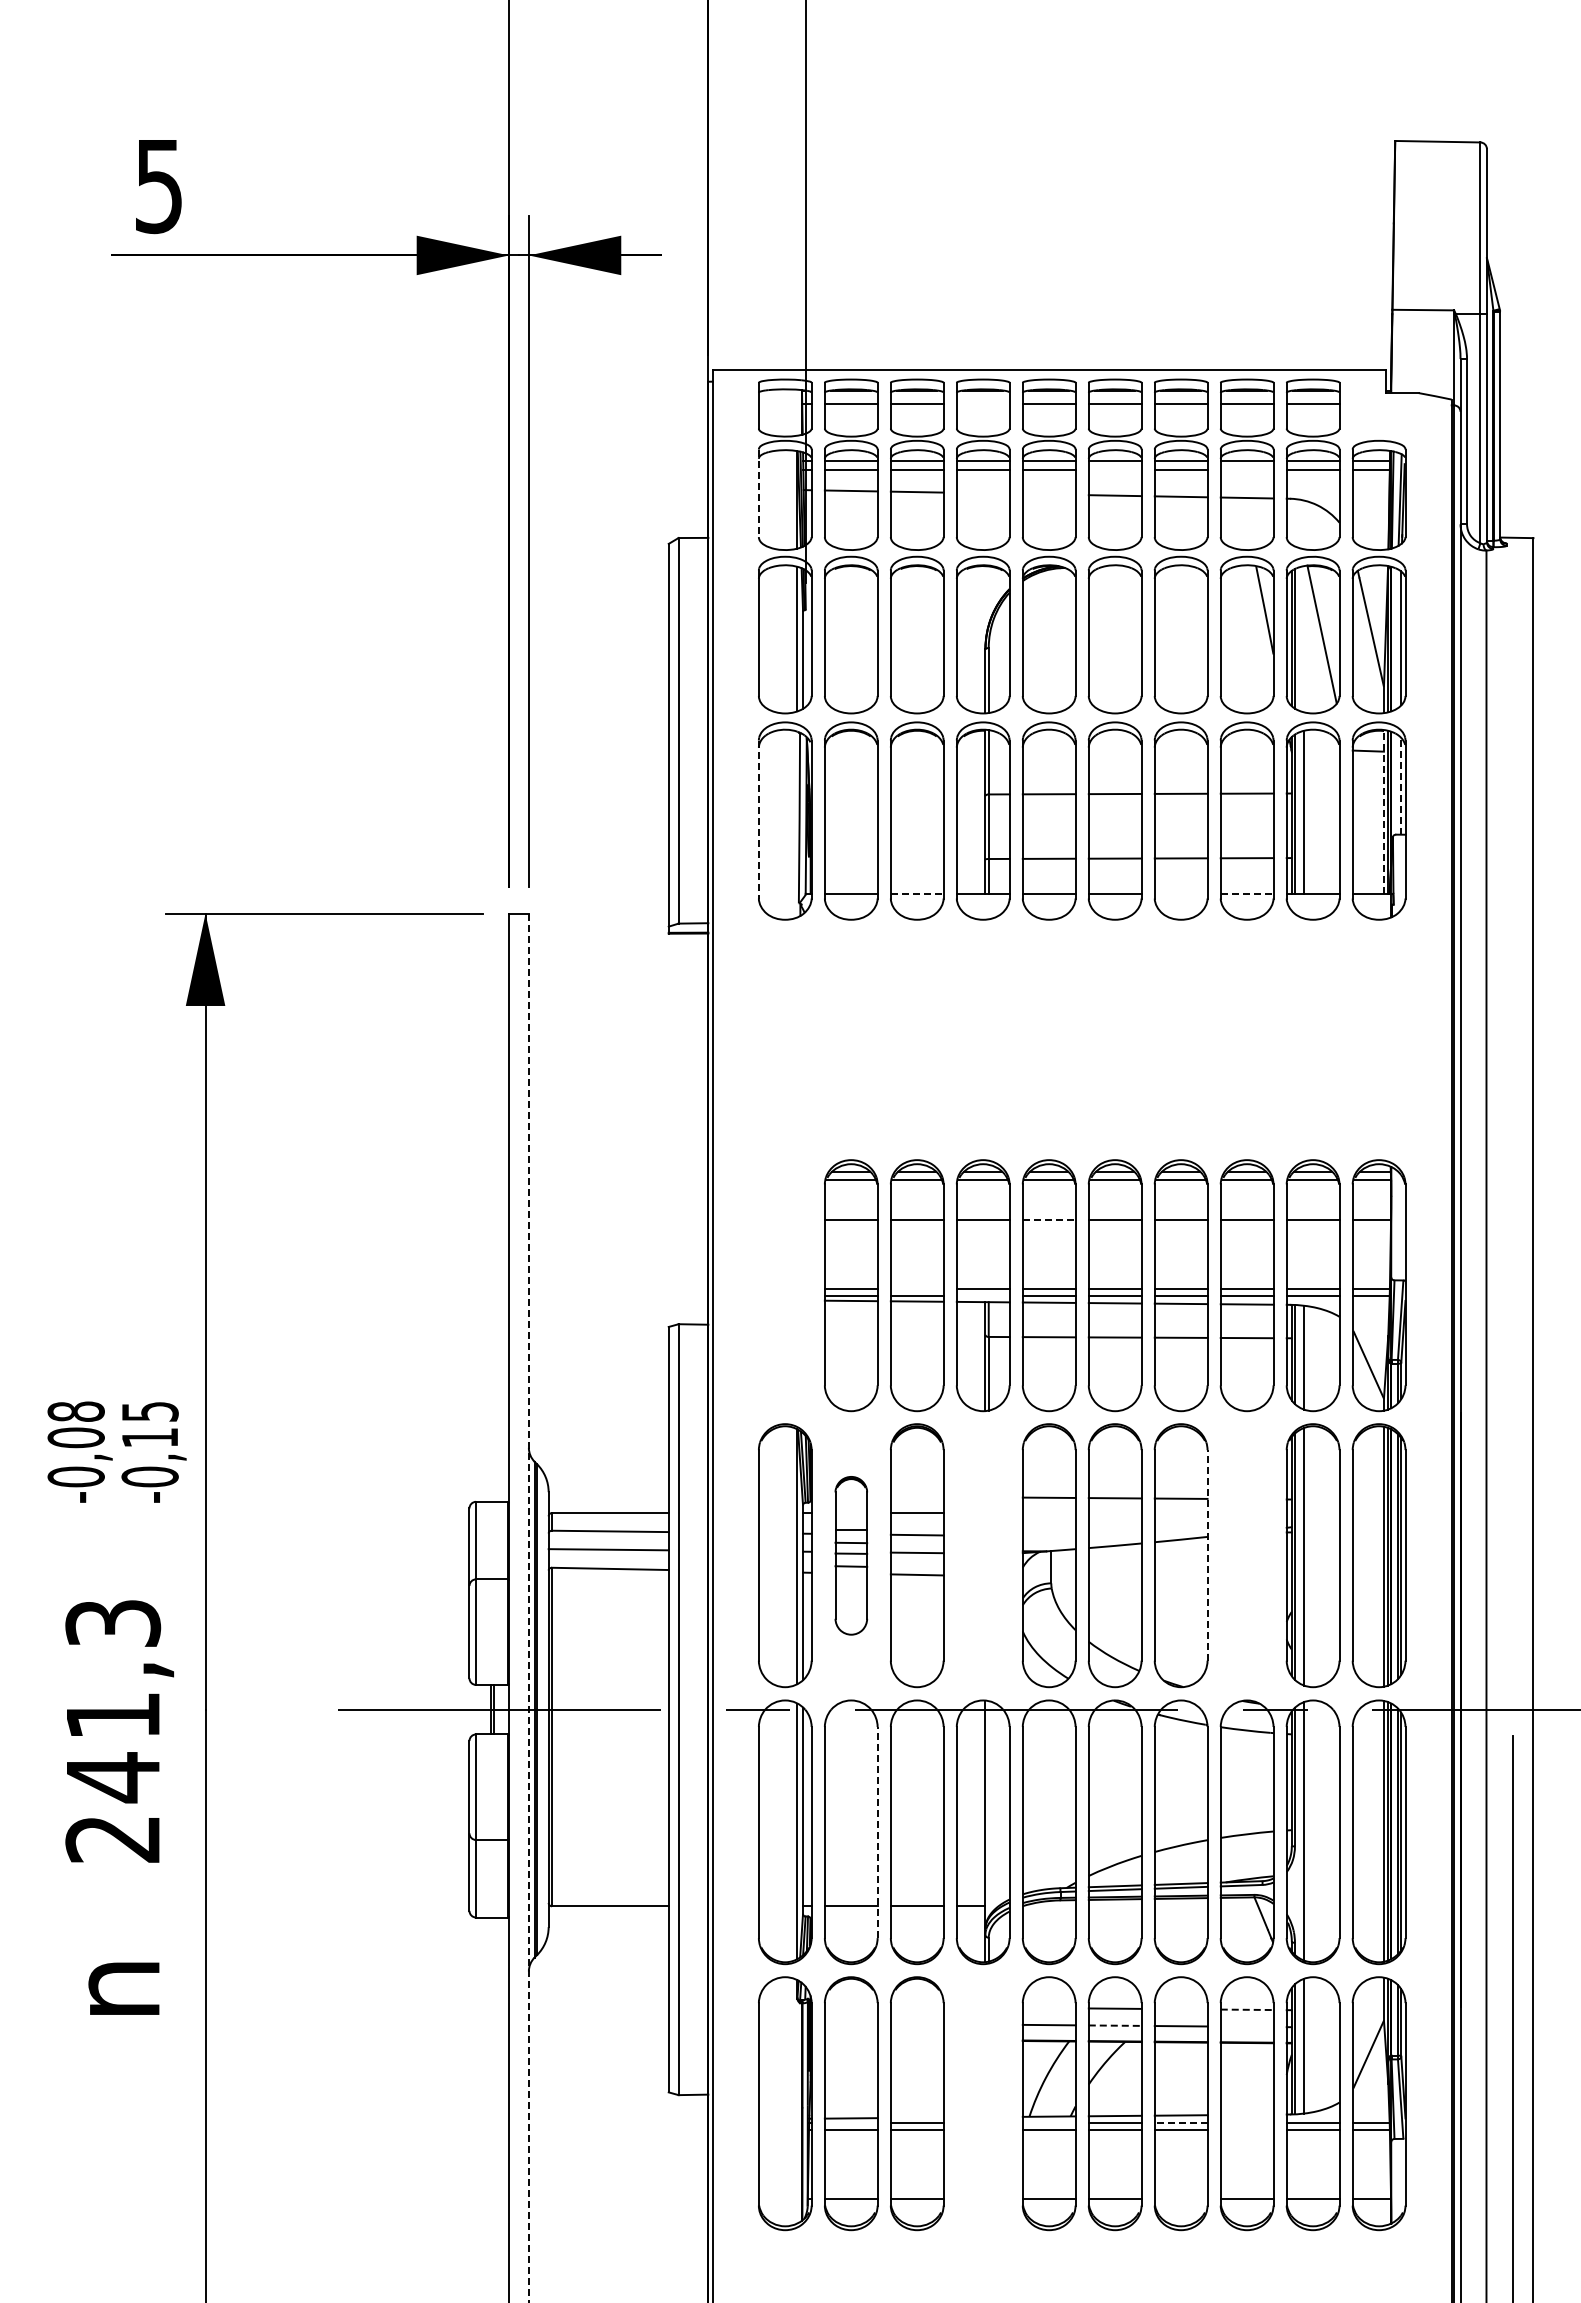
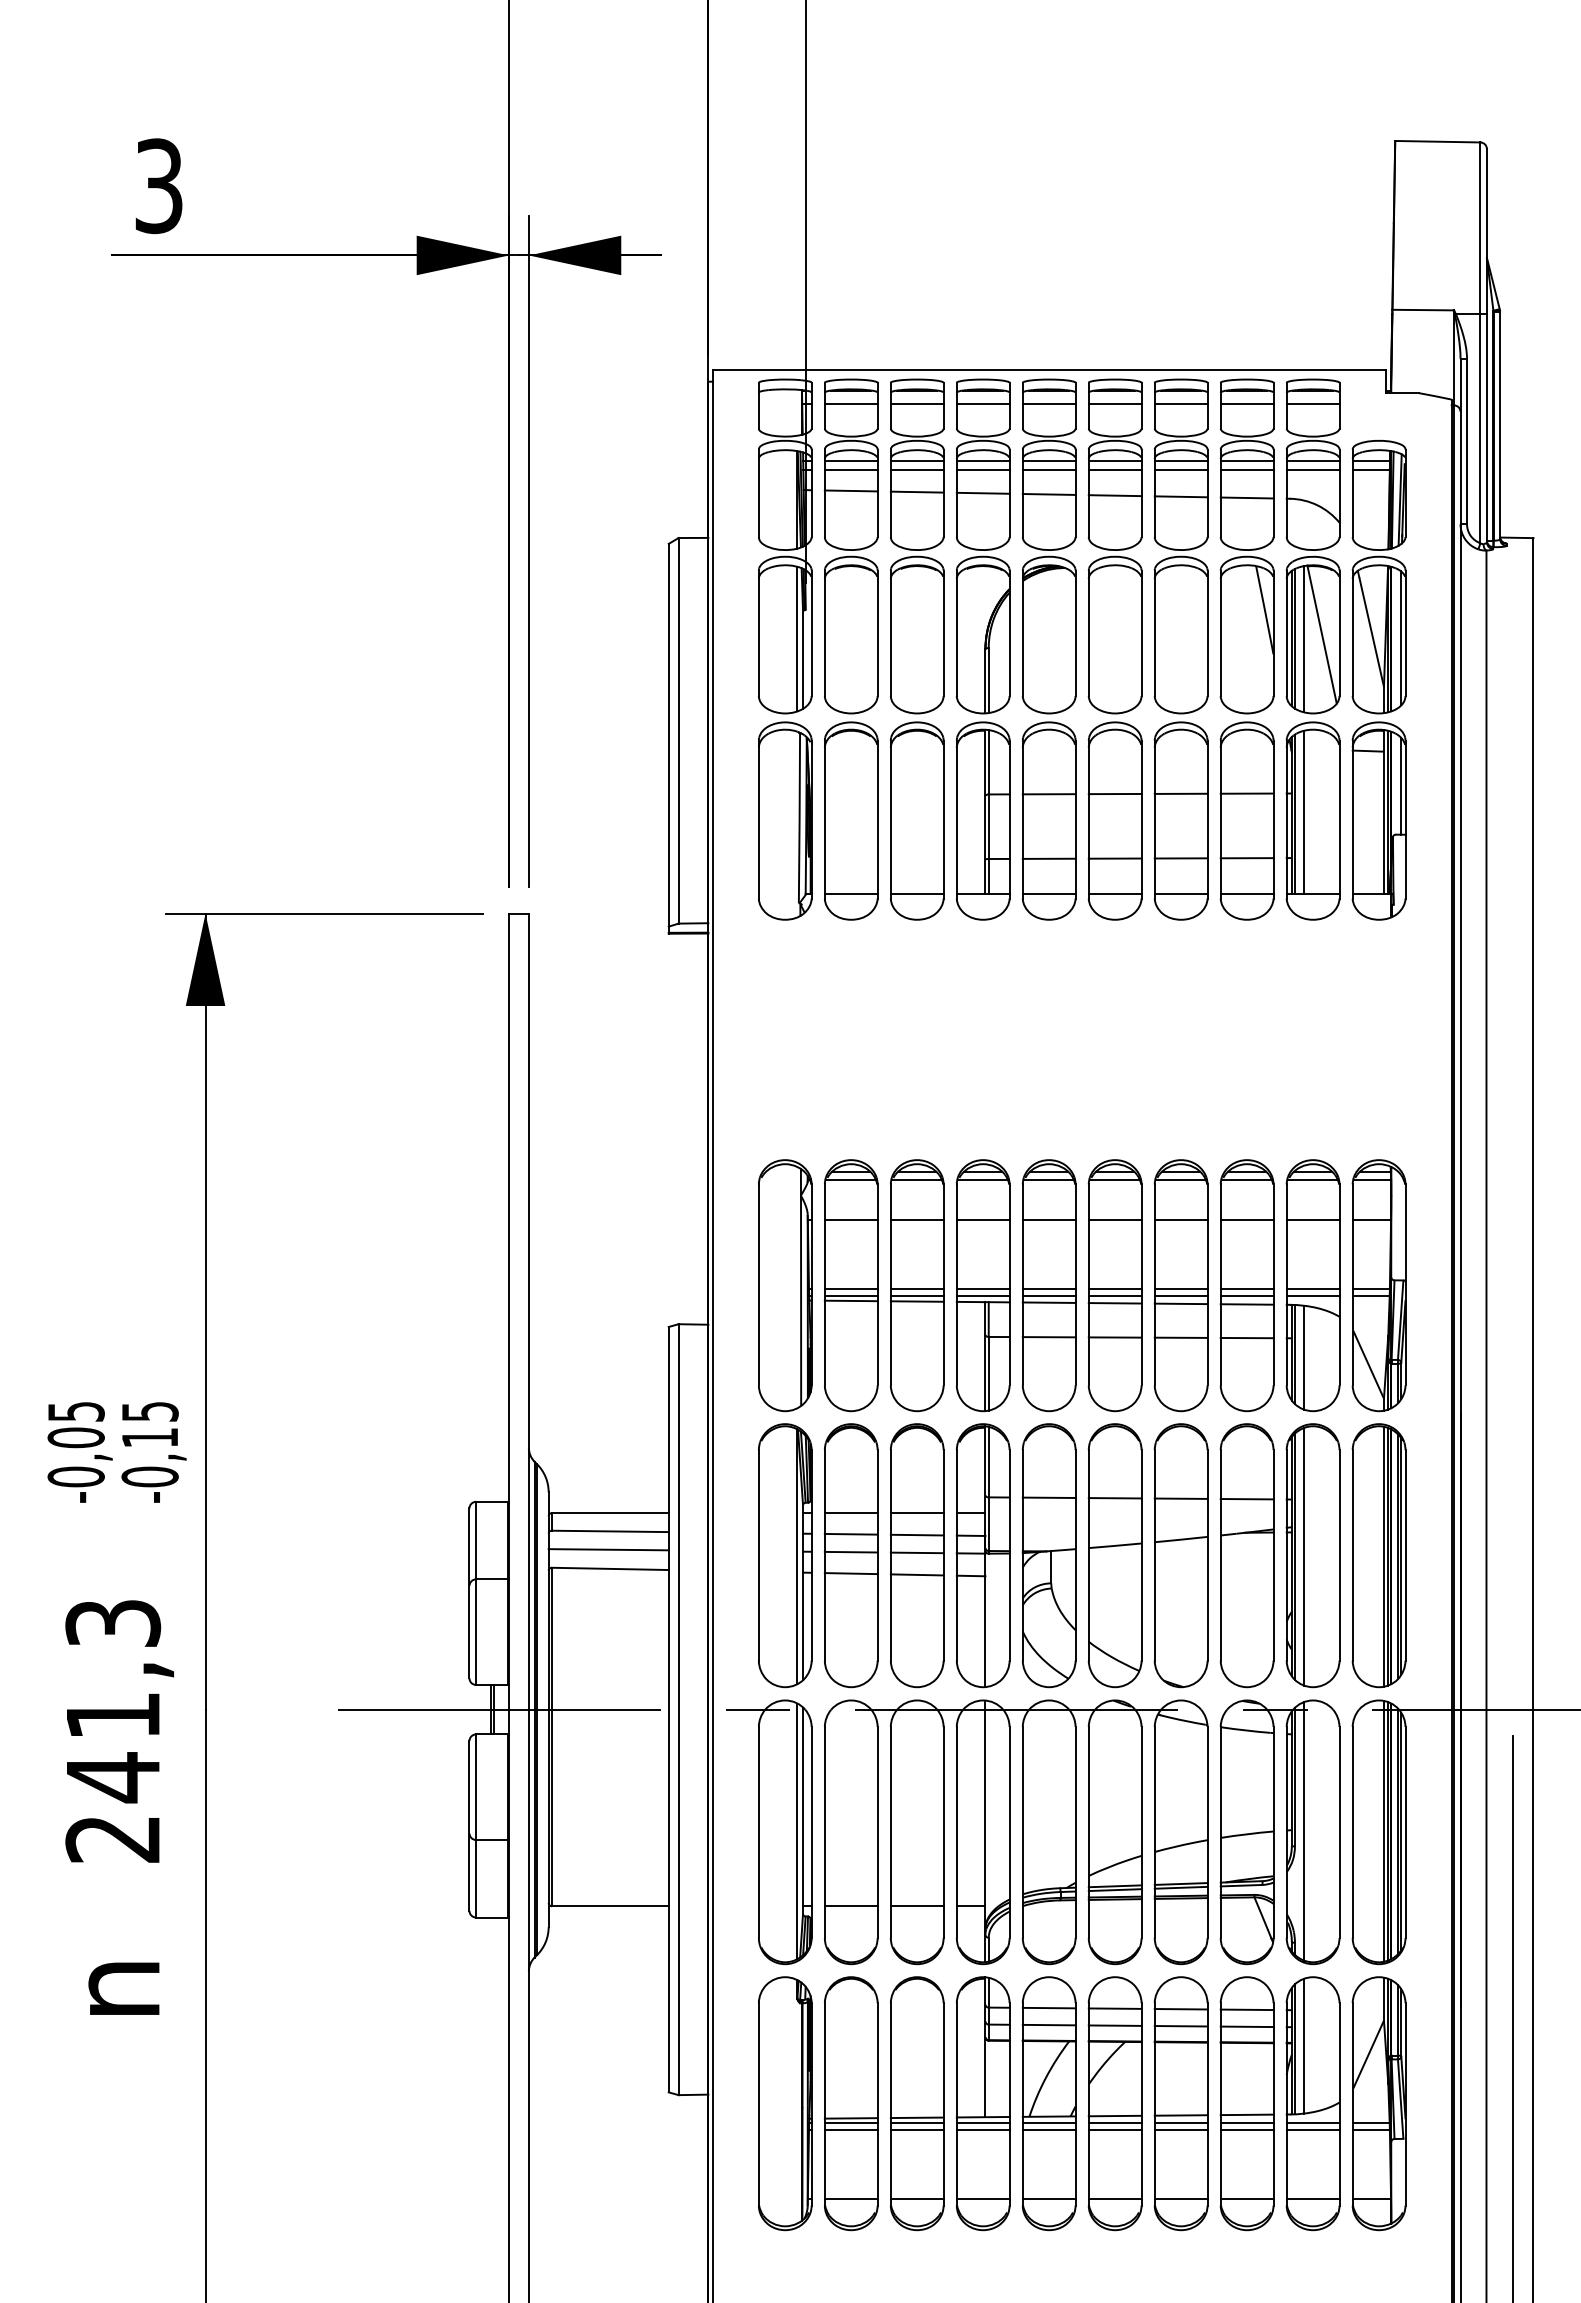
text at (158, 185): 5 -> 3
line at (982, 404): none -> present
line at (1114, 470): none -> present
line at (1246, 470): none -> present
line at (982, 492): none -> present
line at (758, 493): dashed -> solid
line at (1048, 494): none -> present
line at (1304, 639): none -> present
line at (1401, 785): dashed -> solid
line at (1383, 811): dashed -> solid
line at (758, 820): dashed -> solid
line at (917, 893): dashed -> solid
line at (1180, 893): none -> present
line at (1247, 893): dashed -> solid
line at (1049, 1220): dashed -> solid
part at (785, 1285): none -> present
line at (916, 1289): none -> present
line at (982, 1296): none -> present
text at (75, 1411): -0,08 -> -0,05
line at (1207, 1554): dashed -> solid
part at (851, 1555) size: 35x160 px -> 55x266 px
part at (982, 1555): none -> present
part at (1246, 1555): none -> present
line at (528, 1608): dashed -> solid
line at (877, 1832): dashed -> solid
line at (1048, 2007): none -> present
line at (1180, 2009): none -> present
line at (1247, 2009): dashed -> solid
line at (1115, 2025): dashed -> solid
line at (1246, 2026): none -> present
part at (982, 2103): none -> present
line at (1246, 2114): none -> present
line at (916, 2117): none -> present
line at (850, 2122): none -> present
line at (1048, 2122): none -> present
line at (1180, 2122): dashed -> solid
line at (1246, 2122): none -> present
line at (1246, 2130): none -> present
line at (1180, 2199): none -> present
